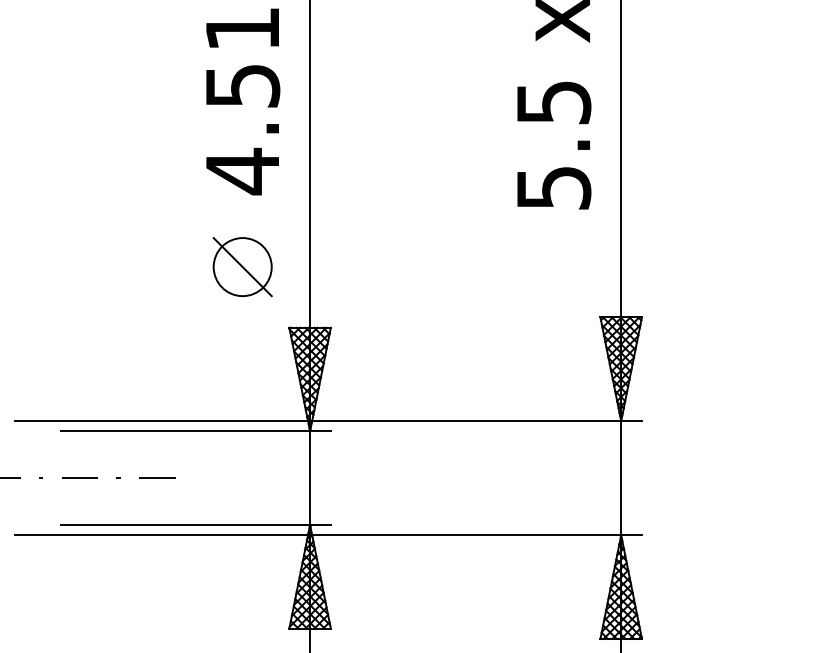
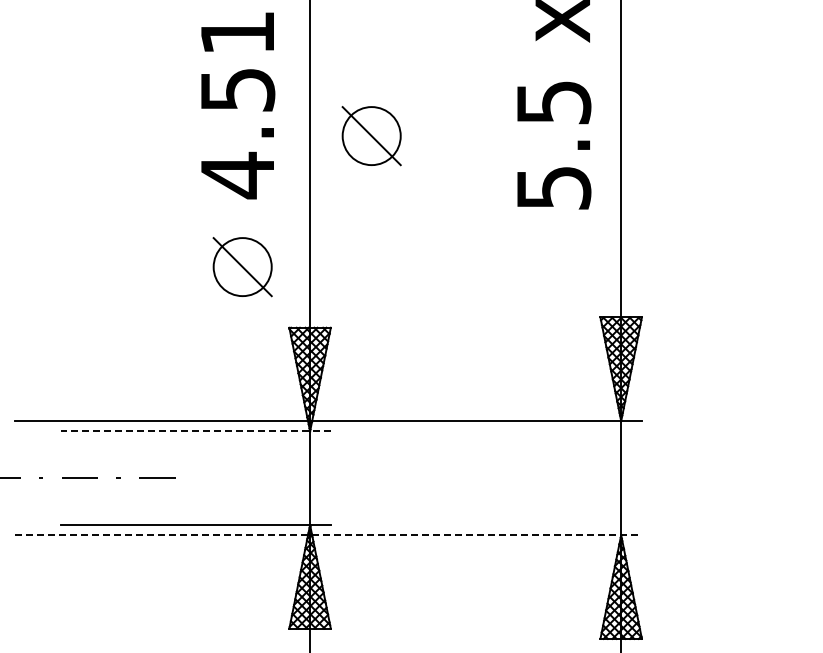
text at (243, 101) position: (243, 101) -> (238, 105)
part at (371, 136): none -> present
line at (196, 431): solid -> dashed
line at (328, 535): solid -> dashed
